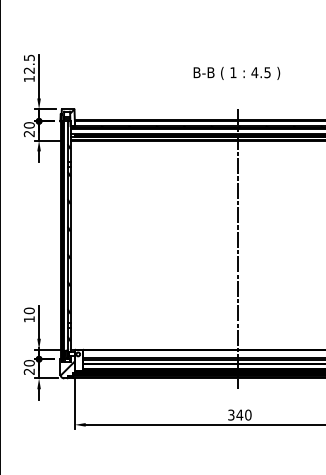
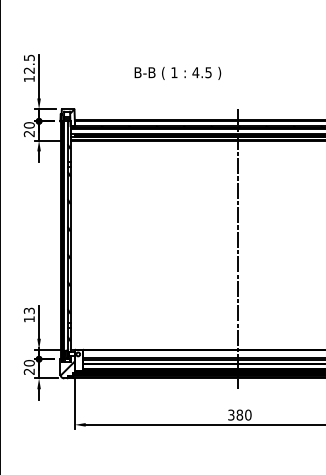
text at (236, 73) position: (236, 73) -> (177, 73)
text at (28, 310): 10 -> 13
text at (239, 414): 340 -> 380
